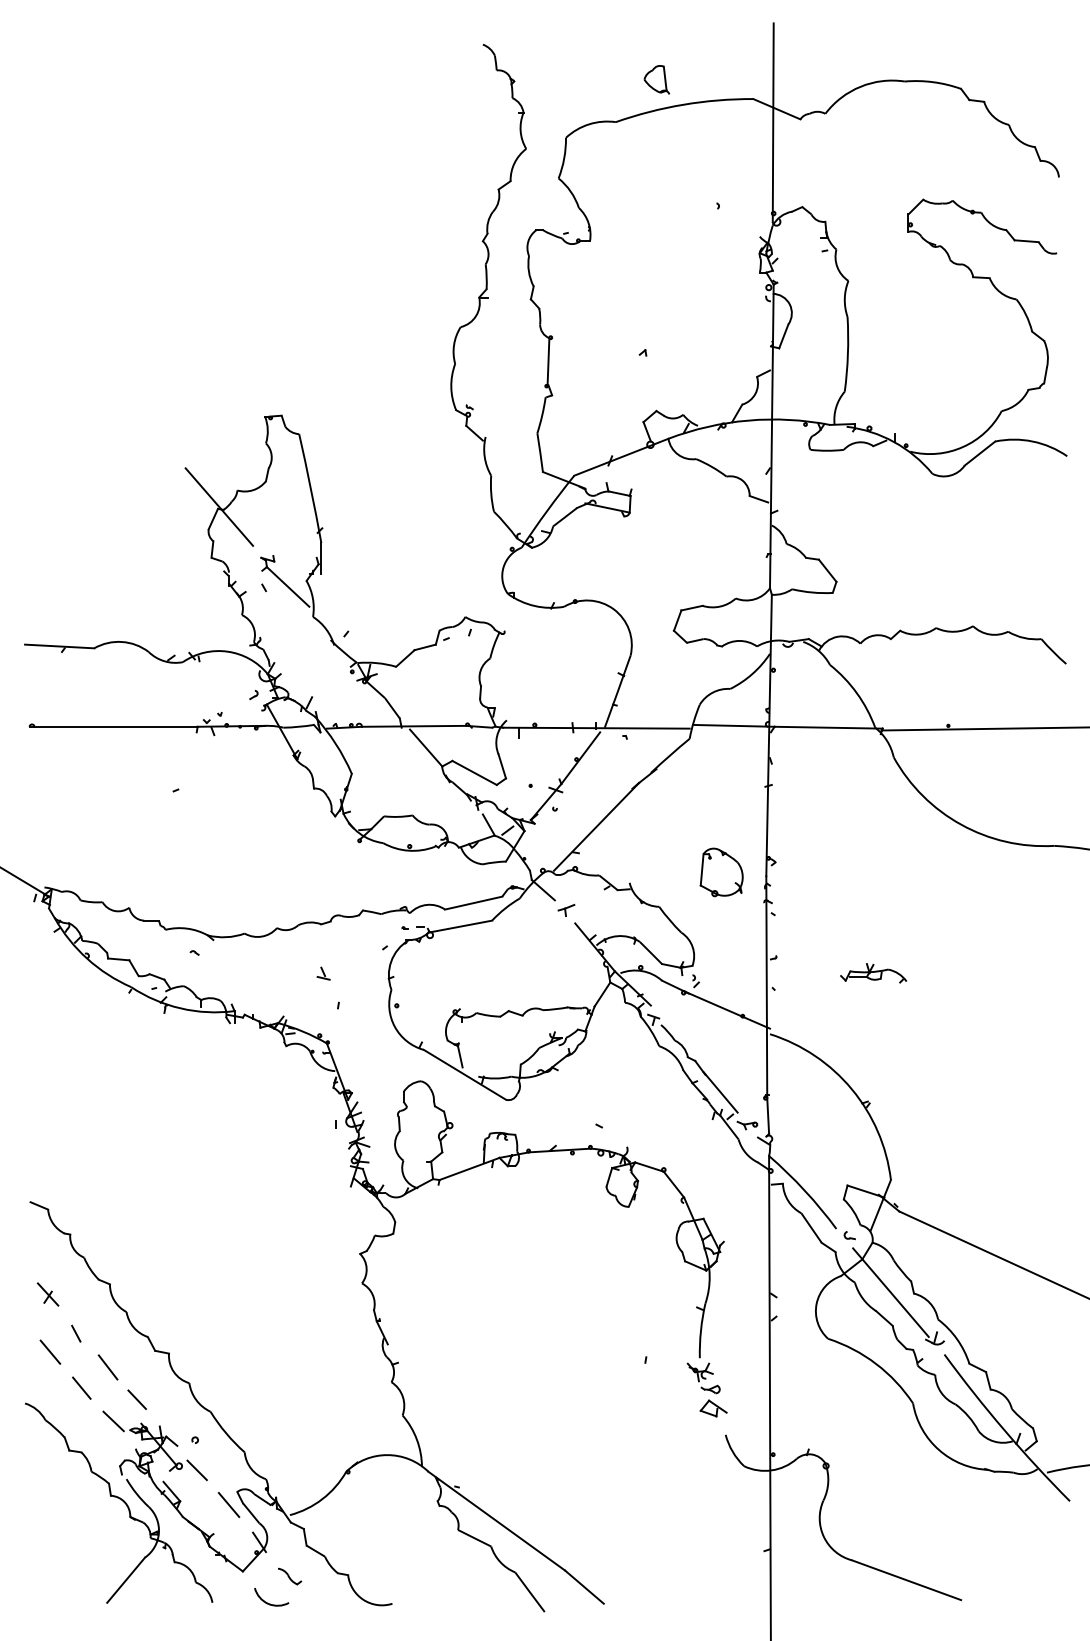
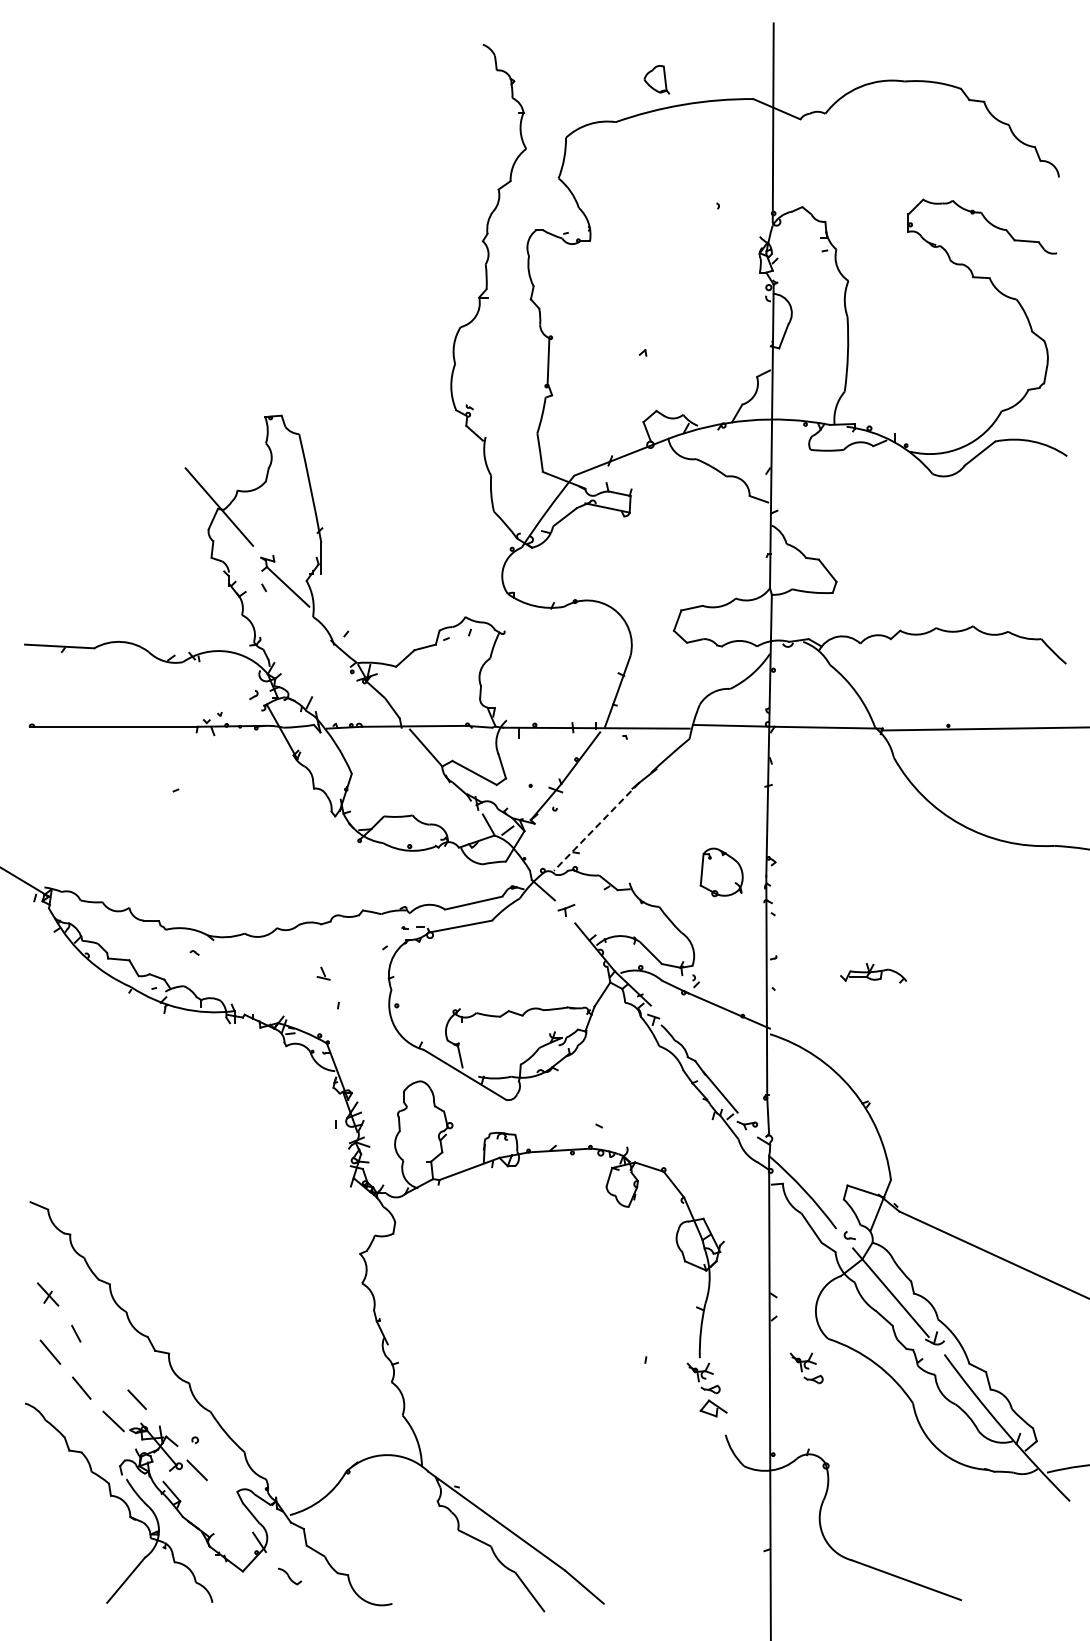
line at (596, 827): solid -> dashed
line at (107, 1367): present -> none
part at (806, 1368): none -> present
line at (228, 1504): present -> none
arc at (268, 1602): present -> none
